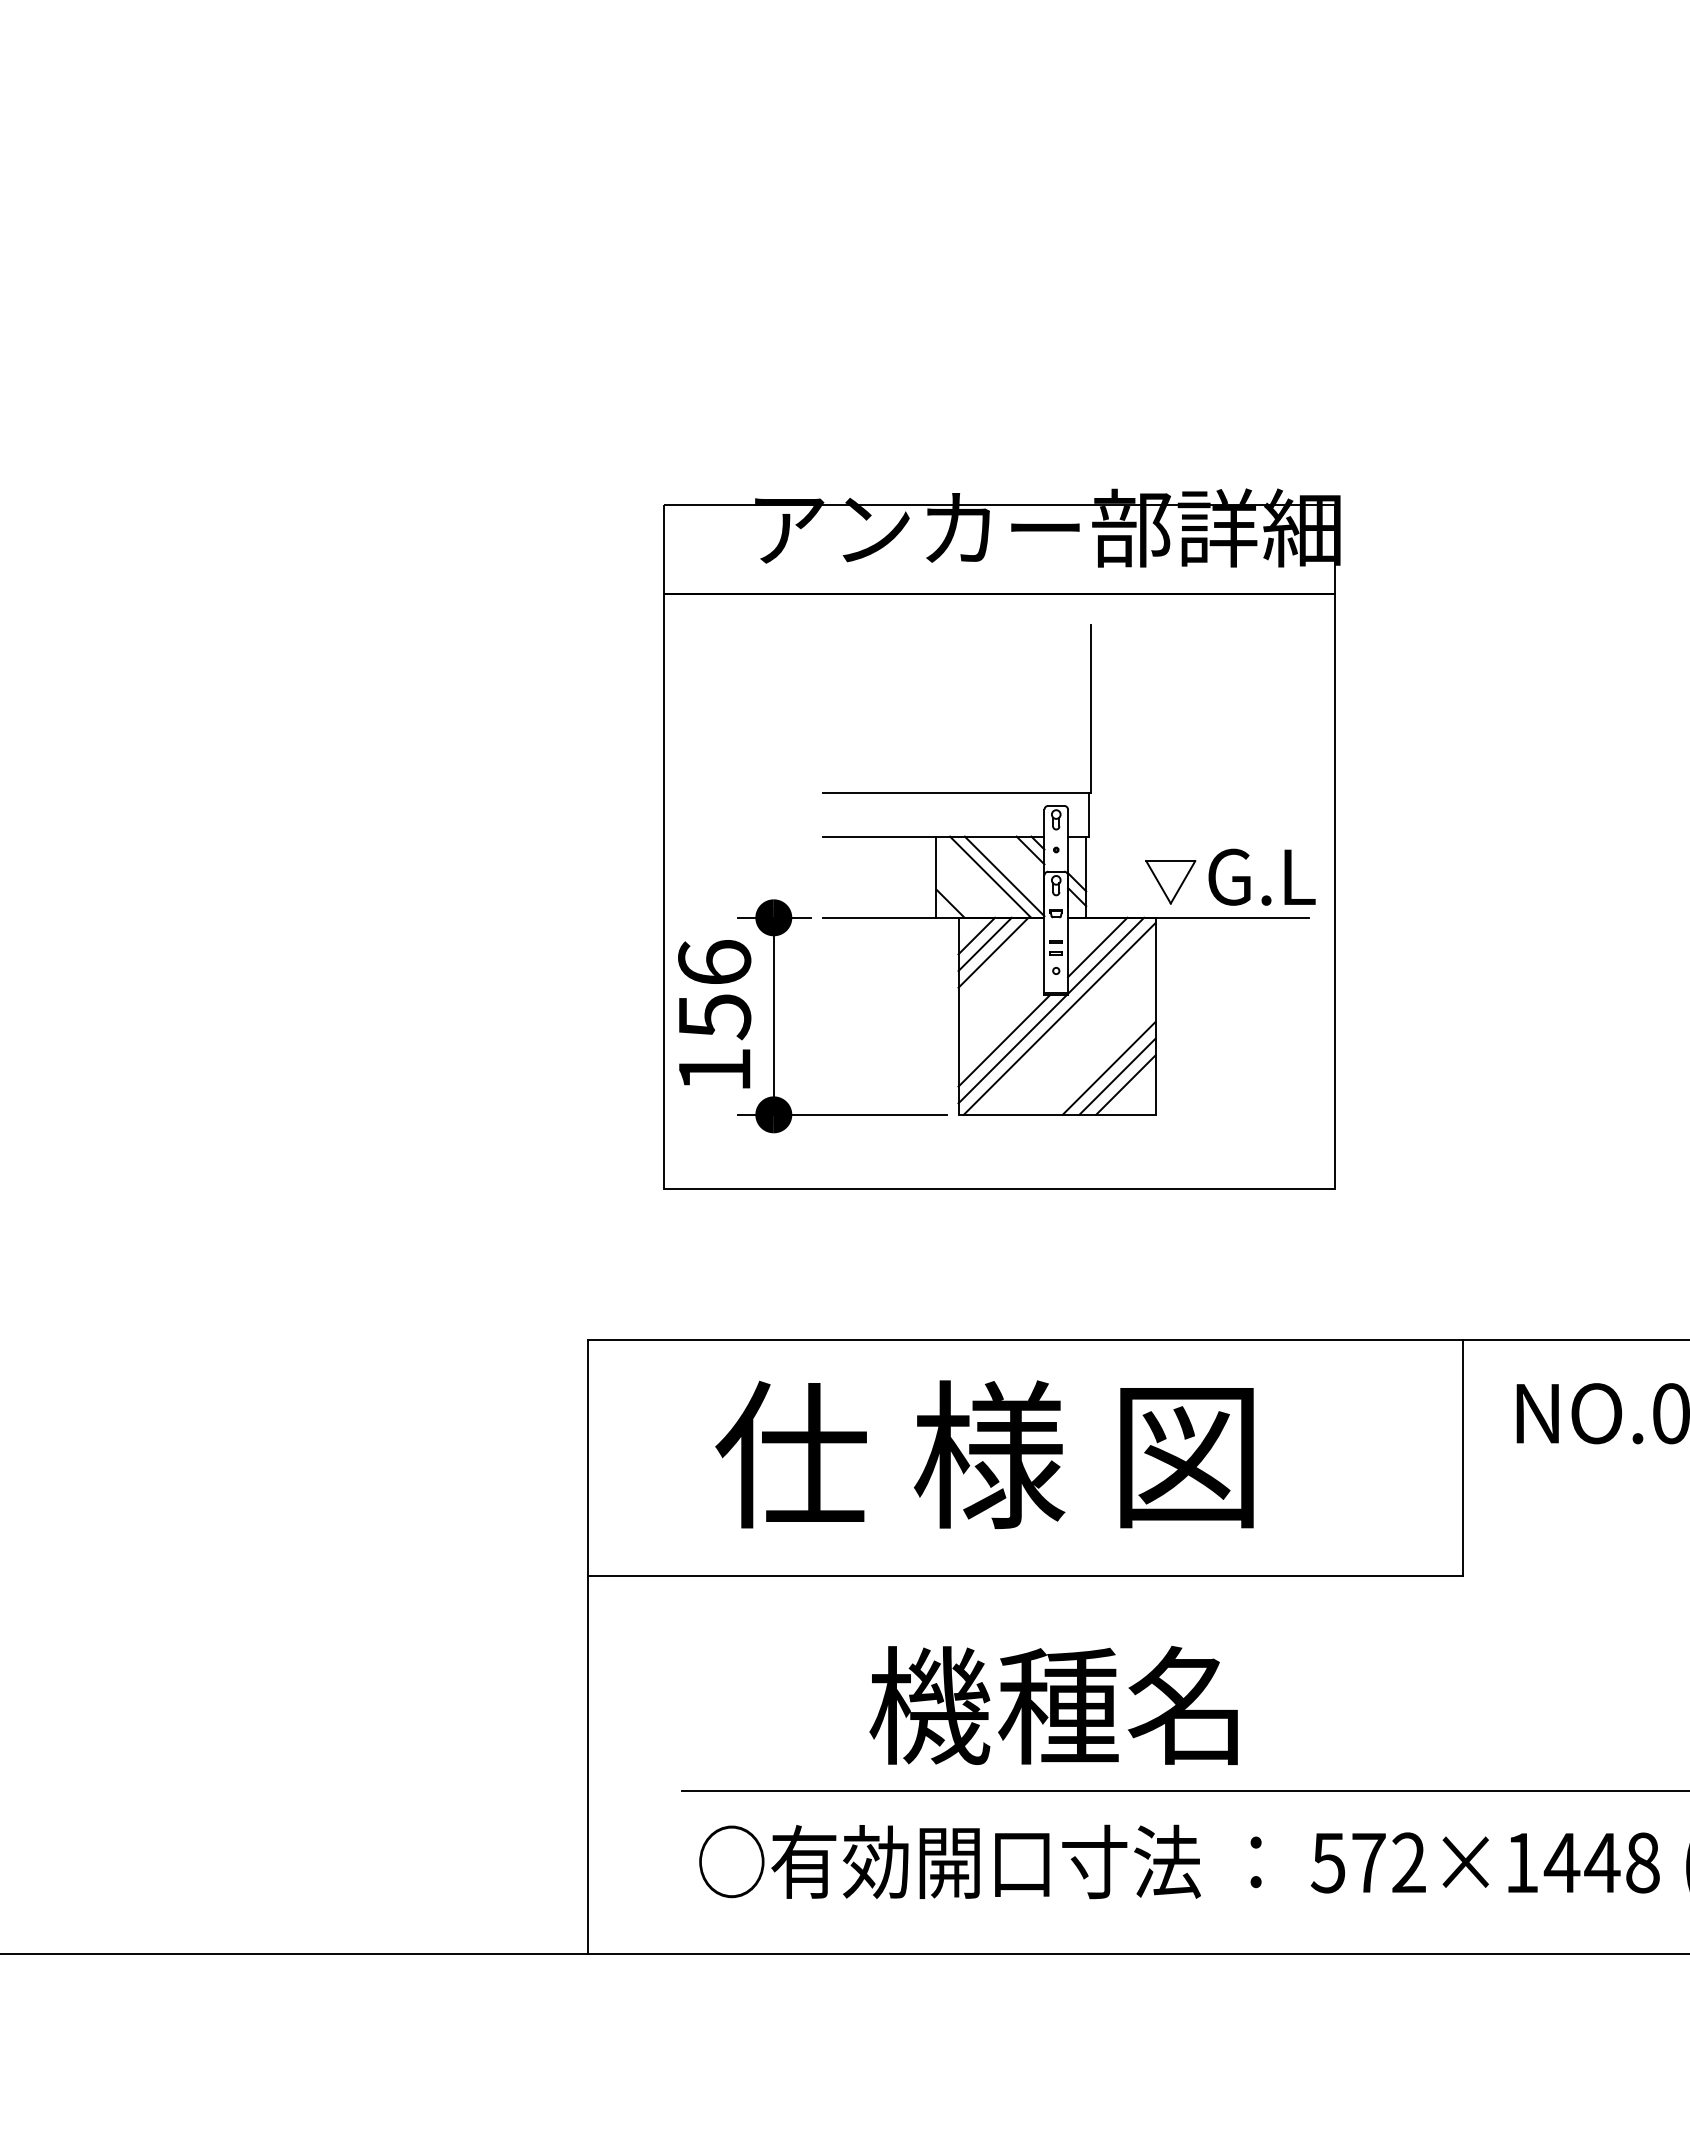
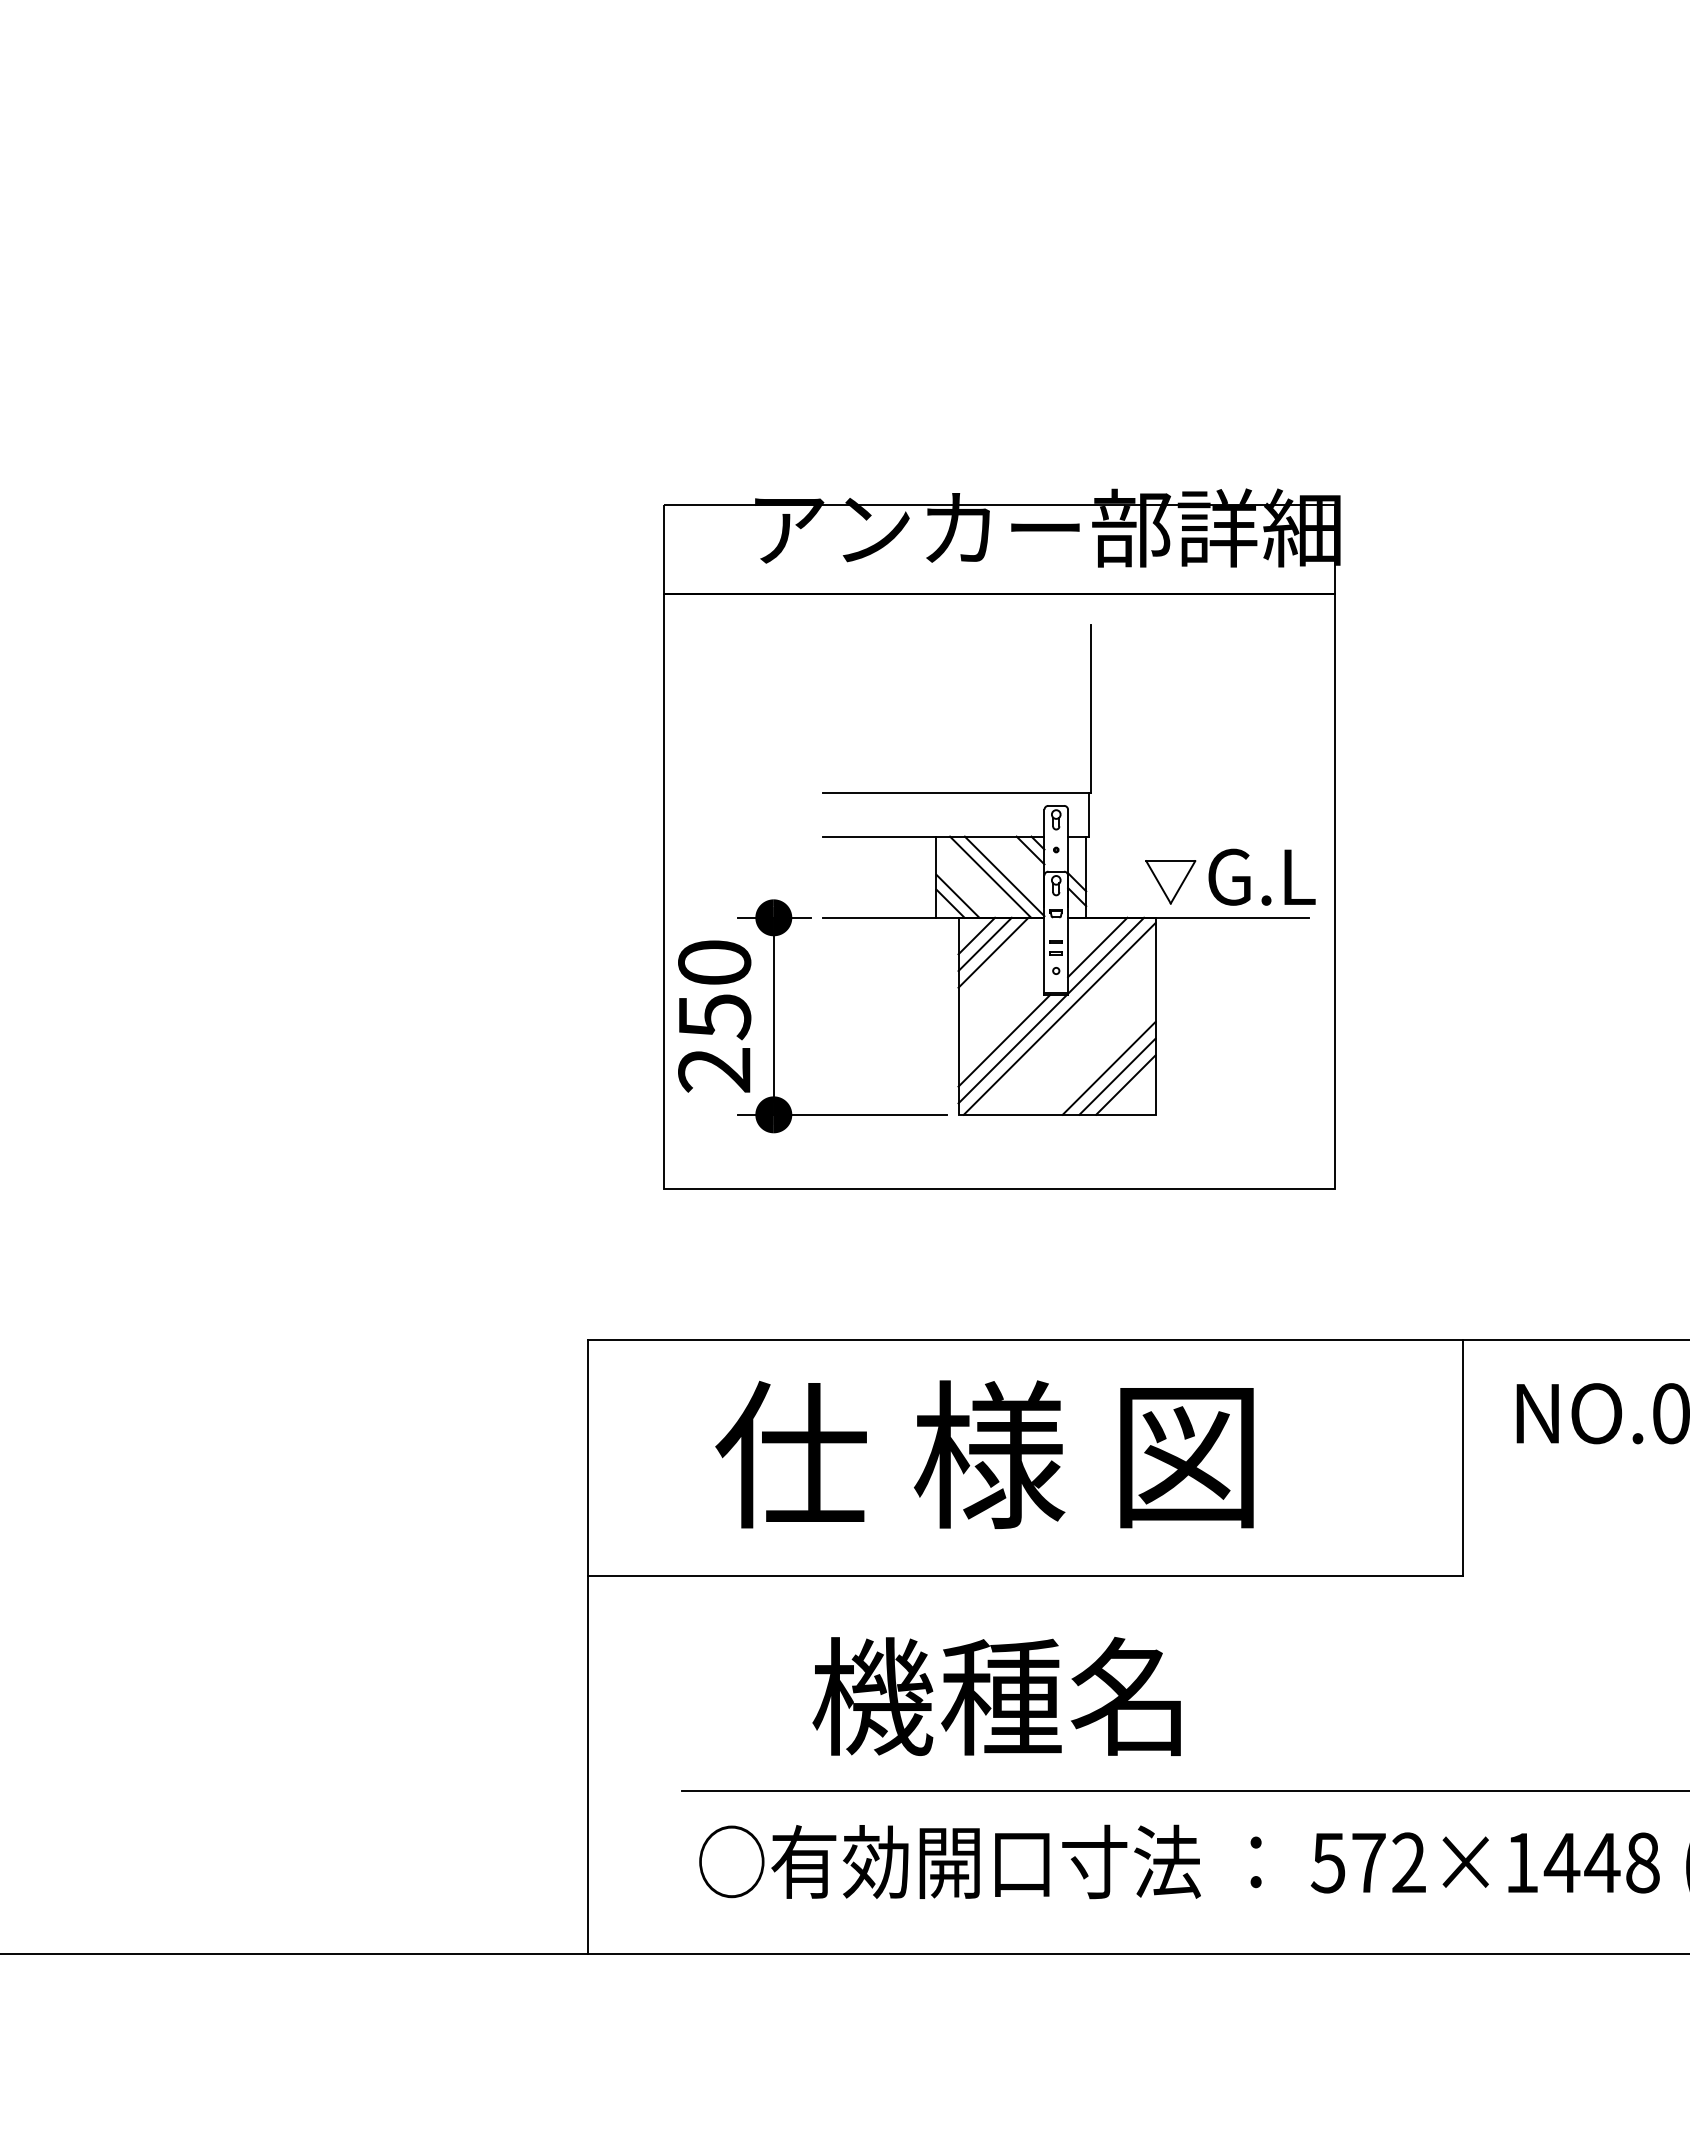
line at (957, 895): none -> present
text at (714, 1016): 156 -> 250
text at (1053, 1705) position: (1053, 1705) -> (996, 1696)
